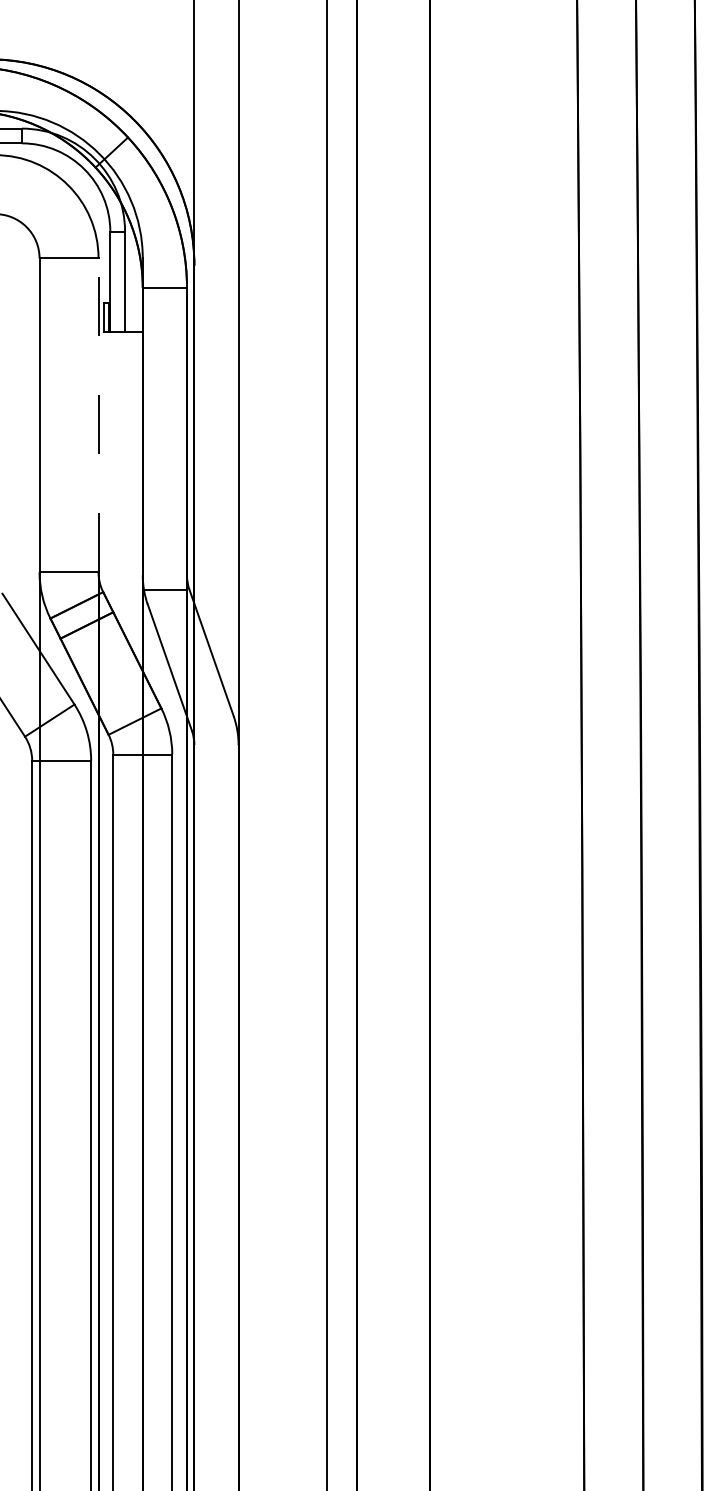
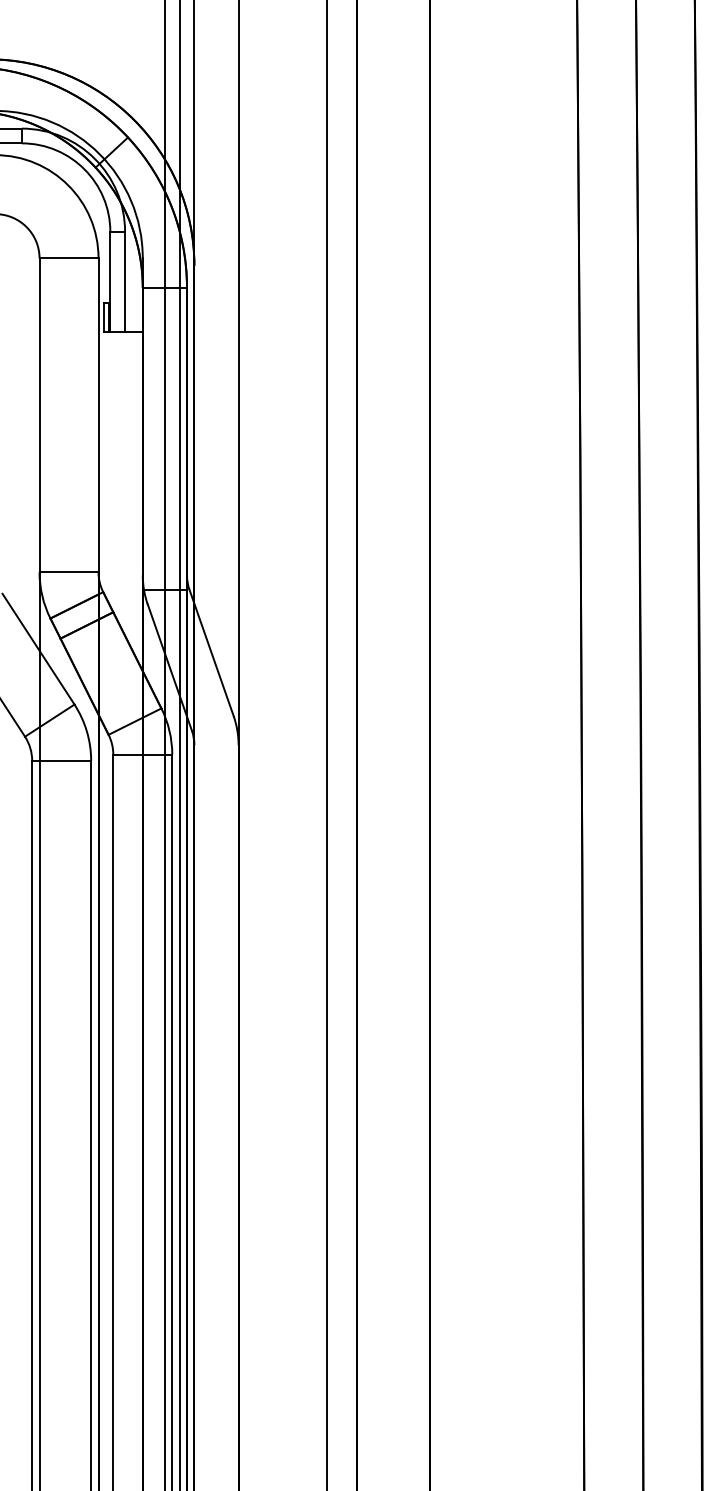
line at (98, 415): dashed -> solid
line at (164, 744): none -> present
line at (179, 744): none -> present
